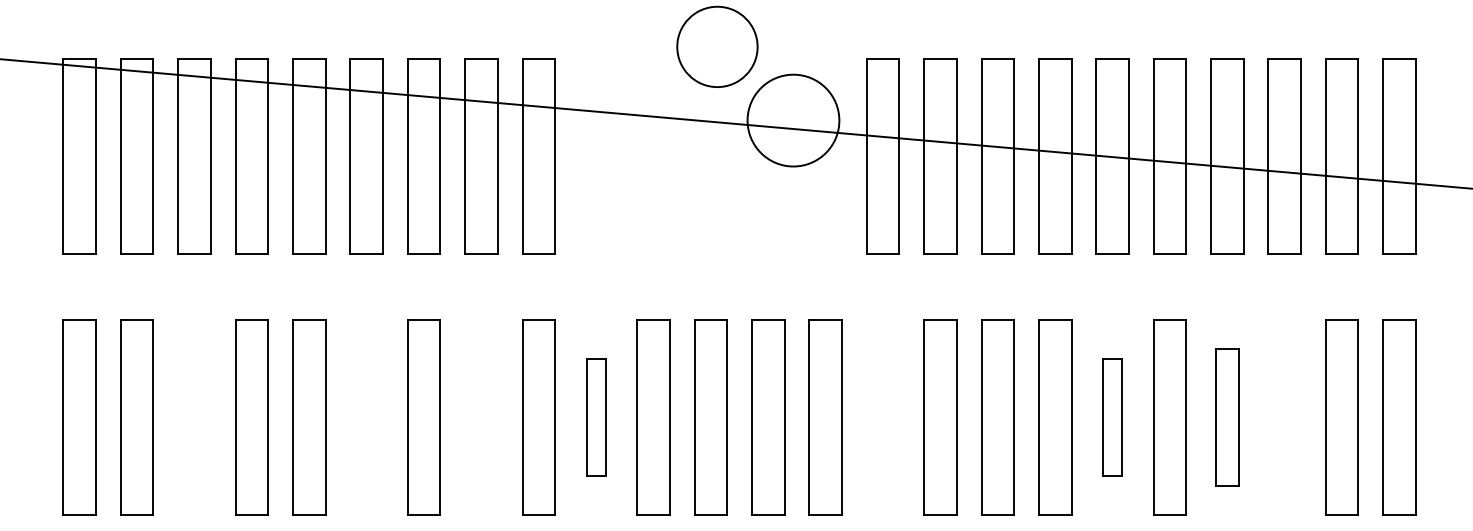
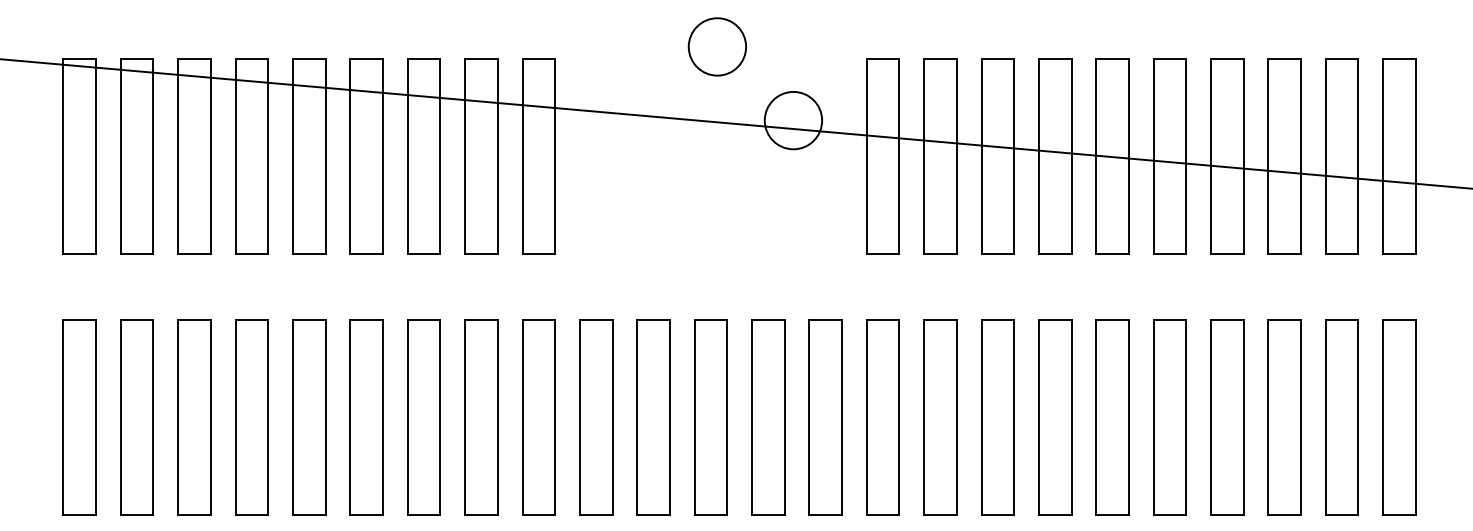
circle at (717, 46) diameter: 80 px -> 57 px
circle at (793, 120) diameter: 92 px -> 57 px
part at (194, 417): none -> present
part at (366, 417): none -> present
part at (481, 417): none -> present
part at (596, 417) size: 21x119 px -> 35x197 px
part at (882, 417): none -> present
part at (1112, 417) size: 21x119 px -> 35x197 px
part at (1227, 417) size: 25x139 px -> 35x197 px
part at (1284, 417): none -> present
